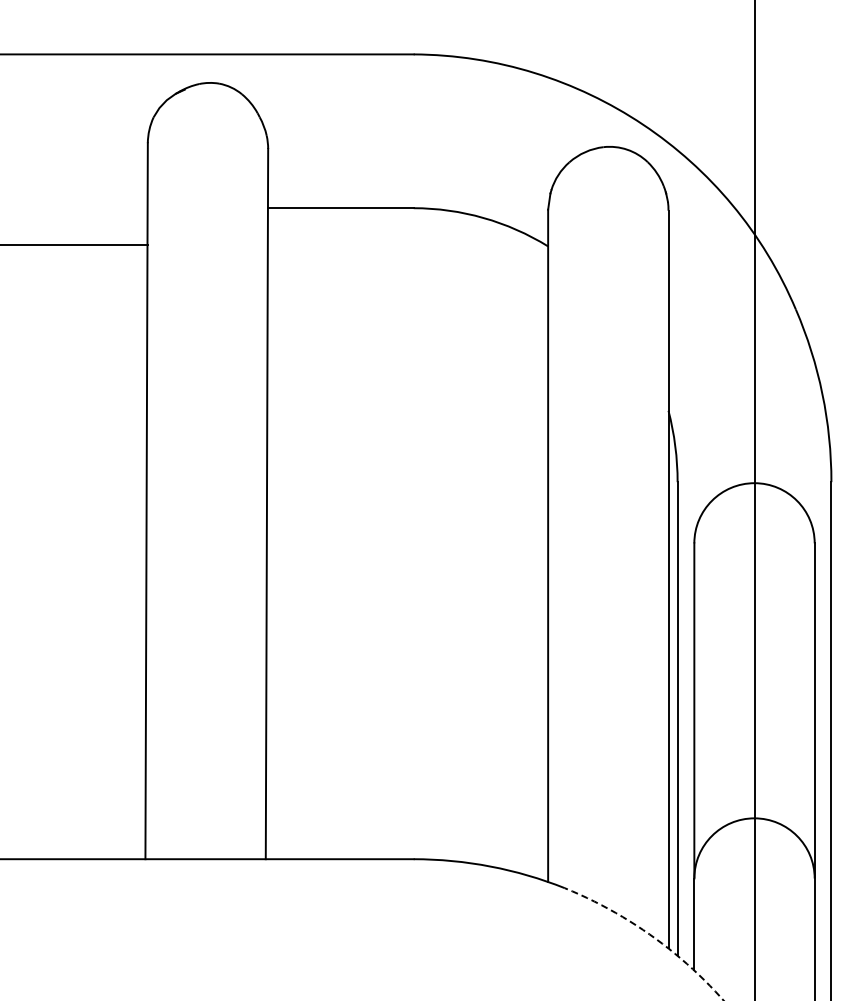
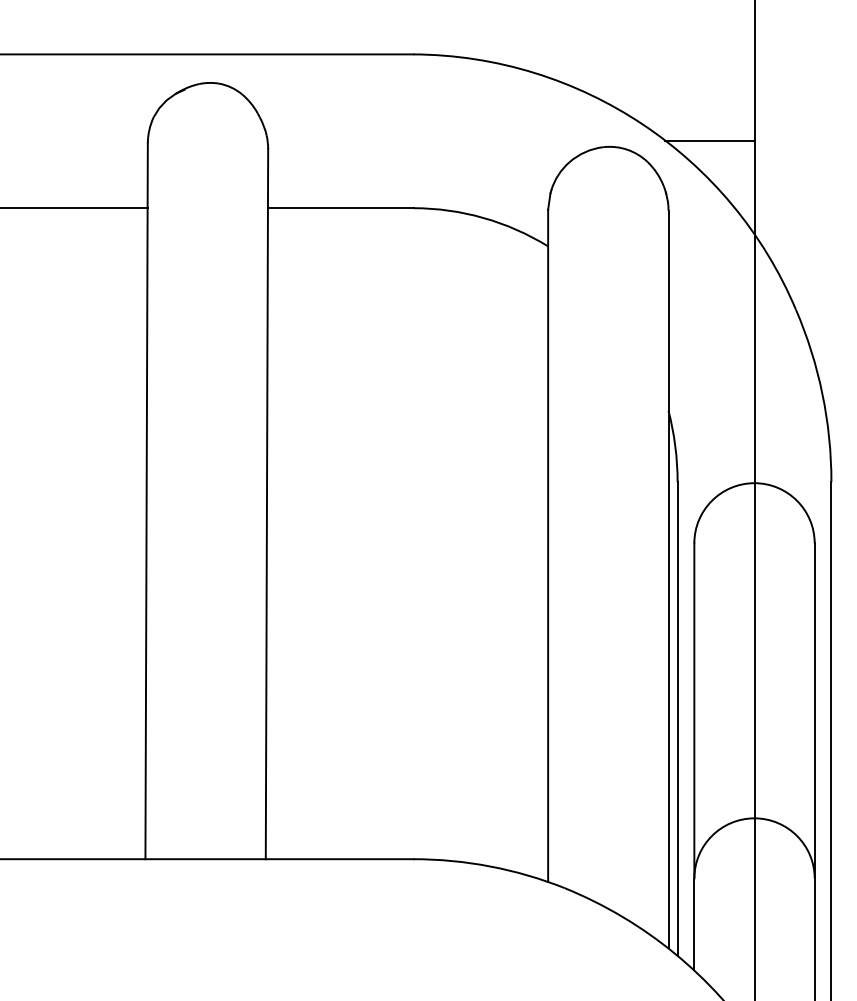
line at (709, 140): none -> present
line at (74, 245) position: (74, 245) -> (74, 208)
arc at (649, 934): dashed -> solid
